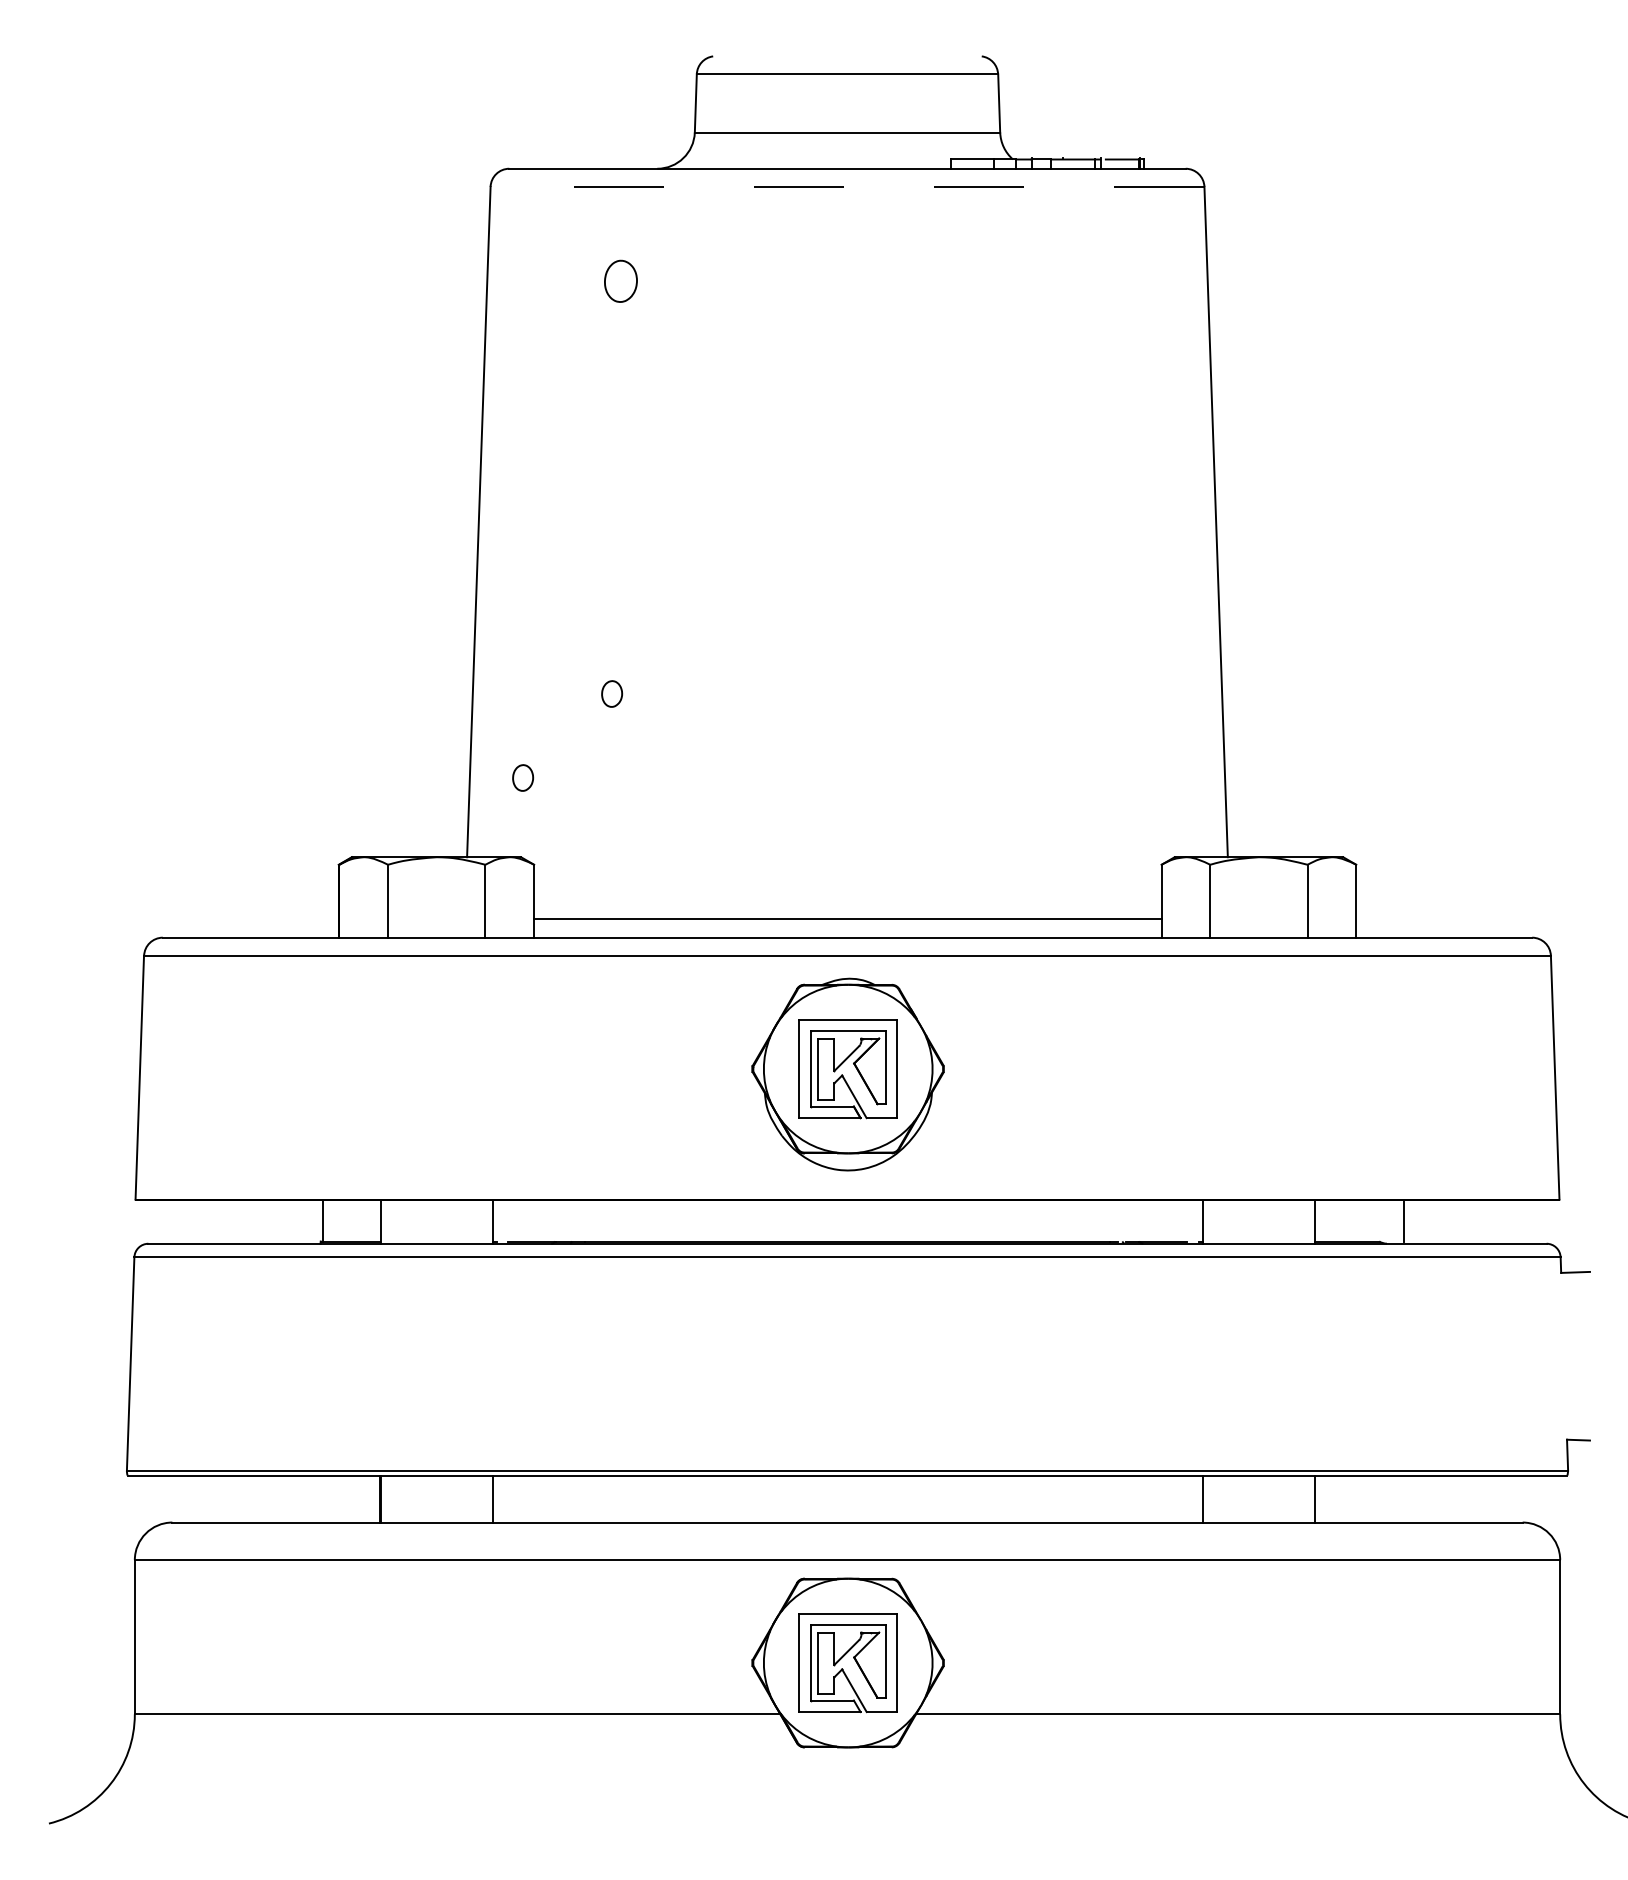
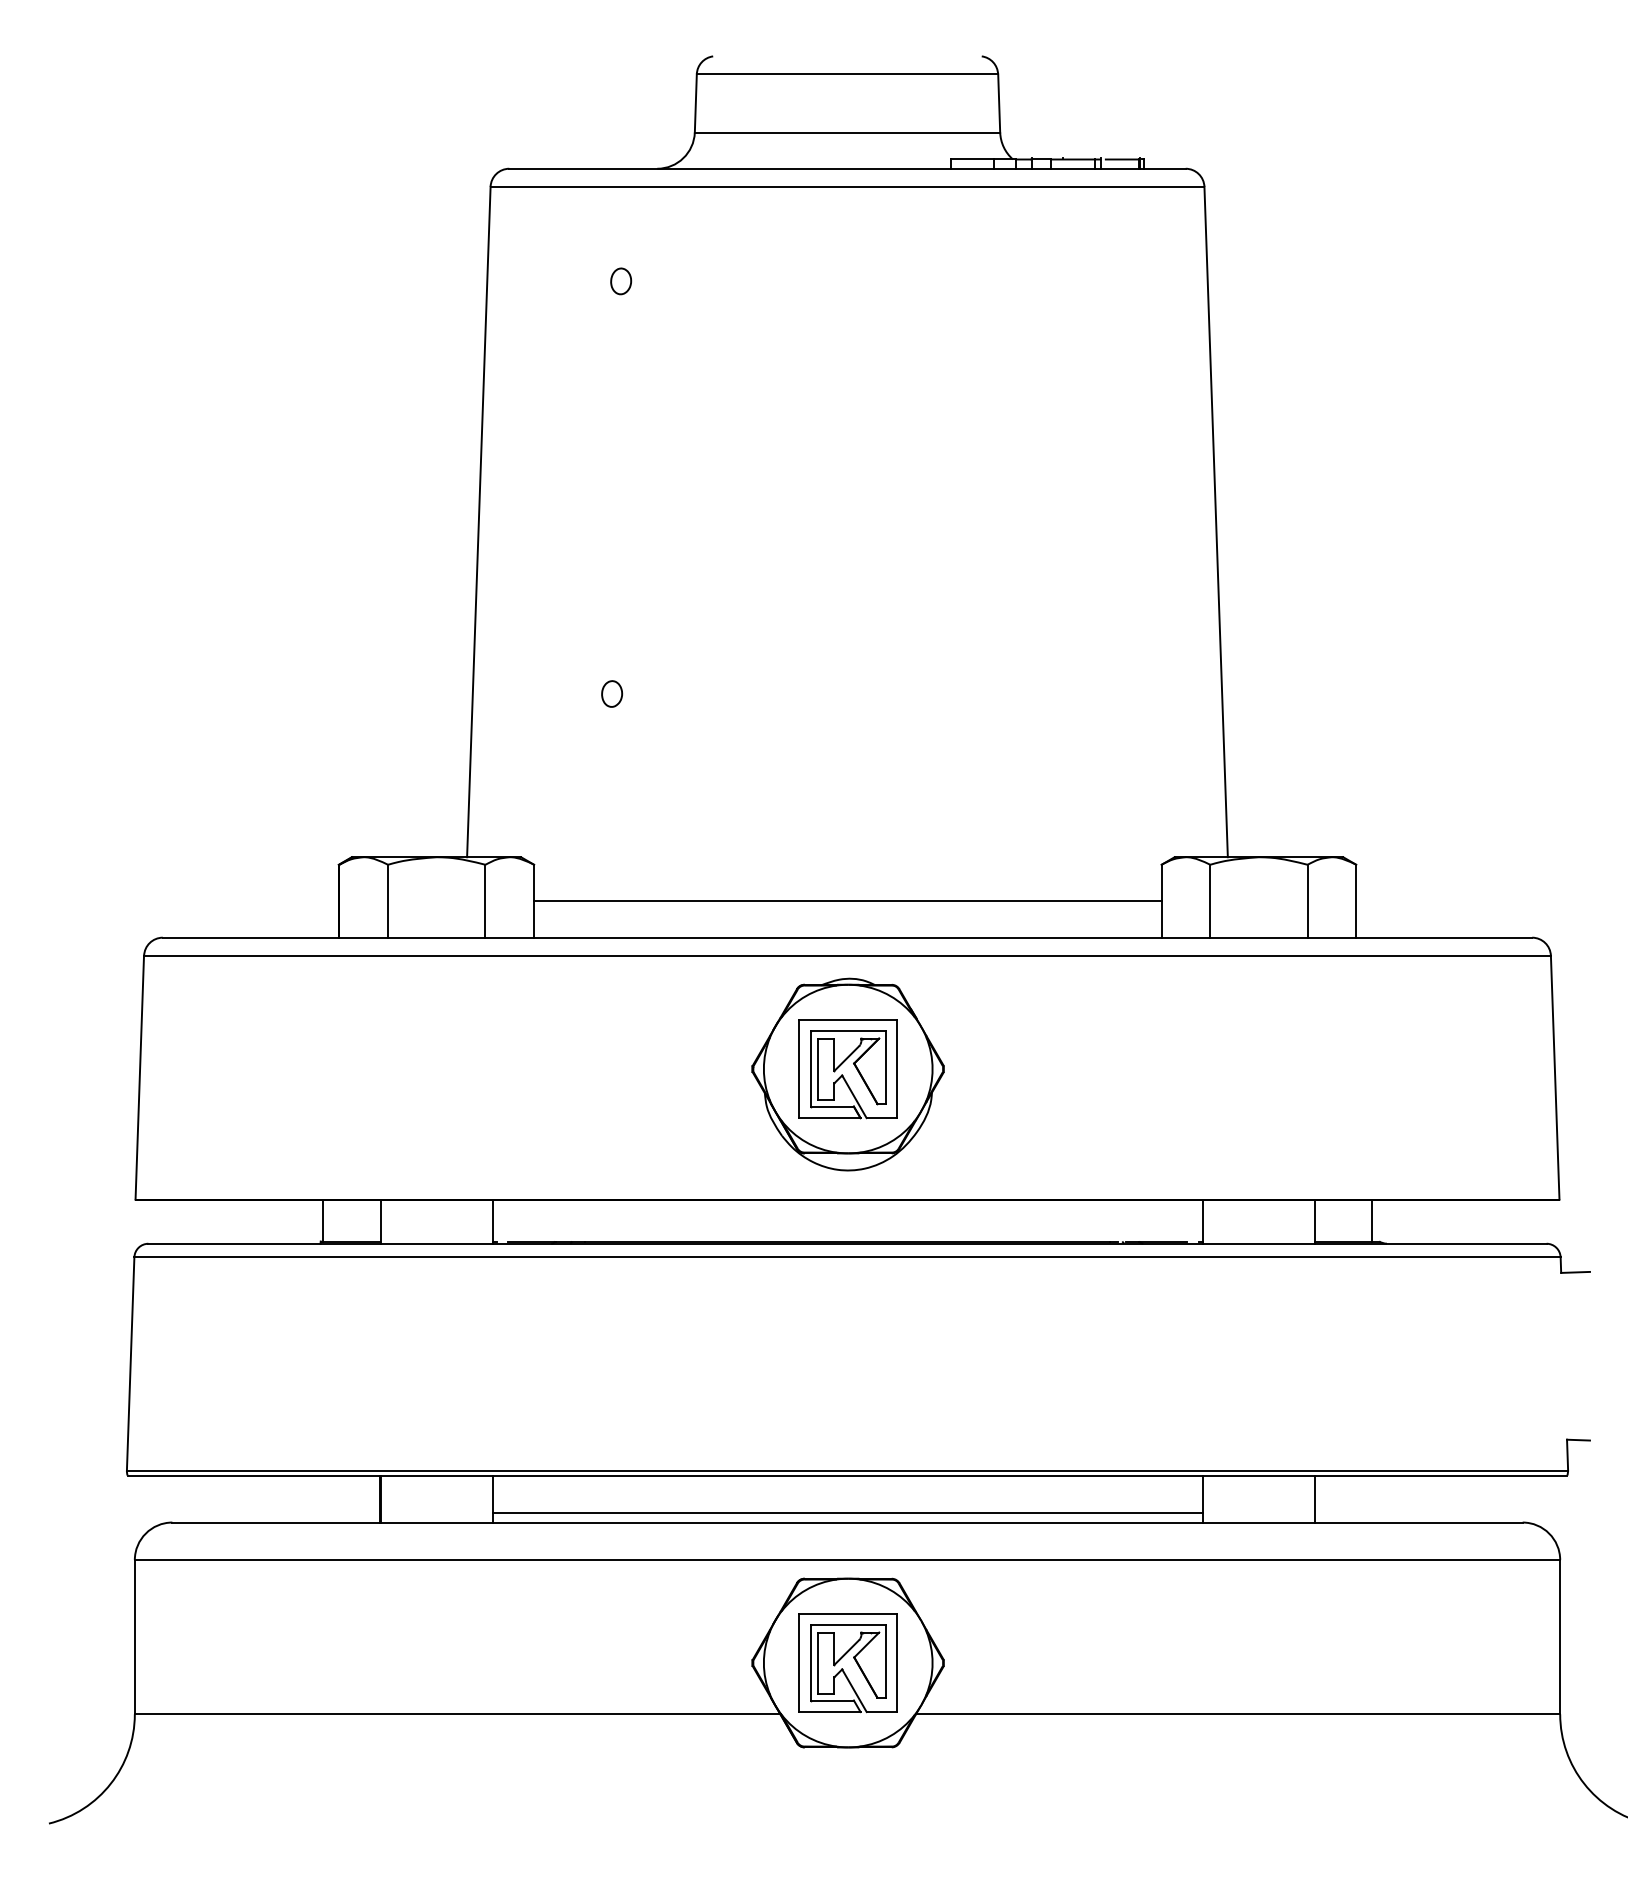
line at (847, 186): dashed -> solid
part at (620, 280) size: 34x44 px -> 23x29 px
part at (523, 777): present -> none
line at (847, 919) position: (847, 919) -> (847, 901)
line at (1403, 1220) position: (1403, 1220) -> (1371, 1220)
line at (847, 1513): none -> present
